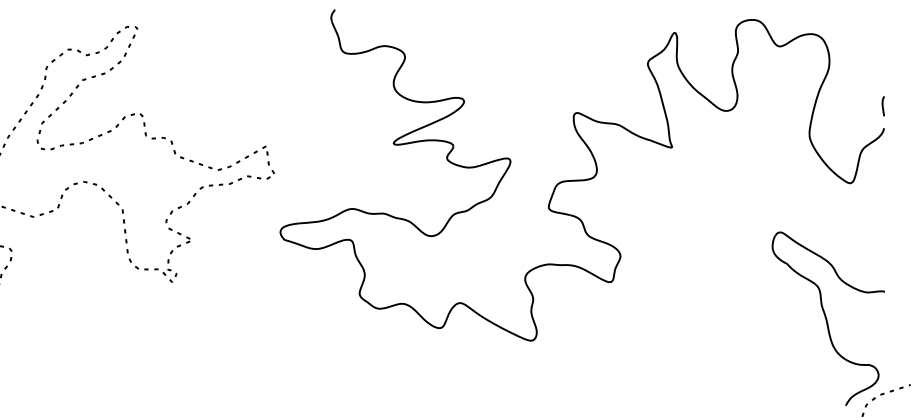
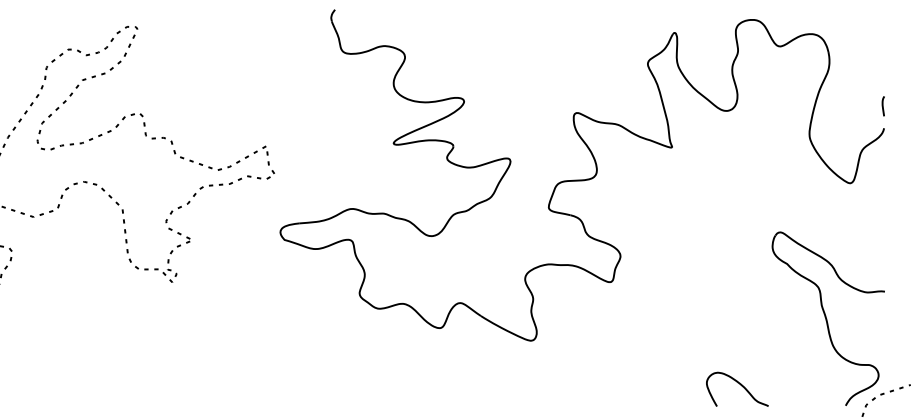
curve at (740, 385): none -> present
